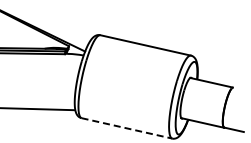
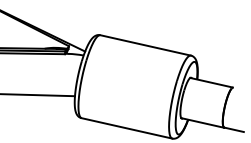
line at (38, 109) position: (38, 109) -> (38, 95)
line at (127, 128): dashed -> solid
